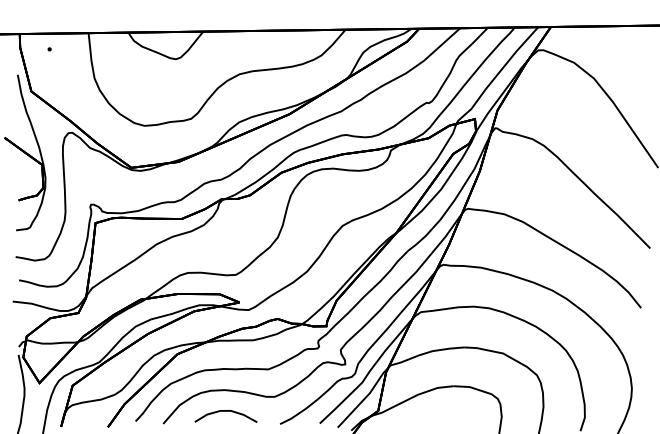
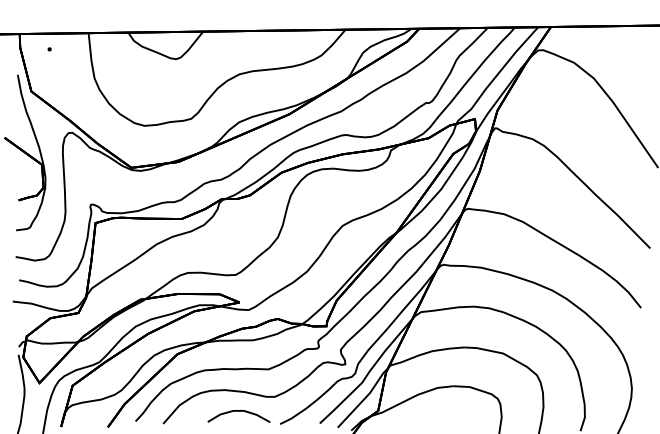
curve at (225, 411) position: (225, 411) -> (238, 411)
